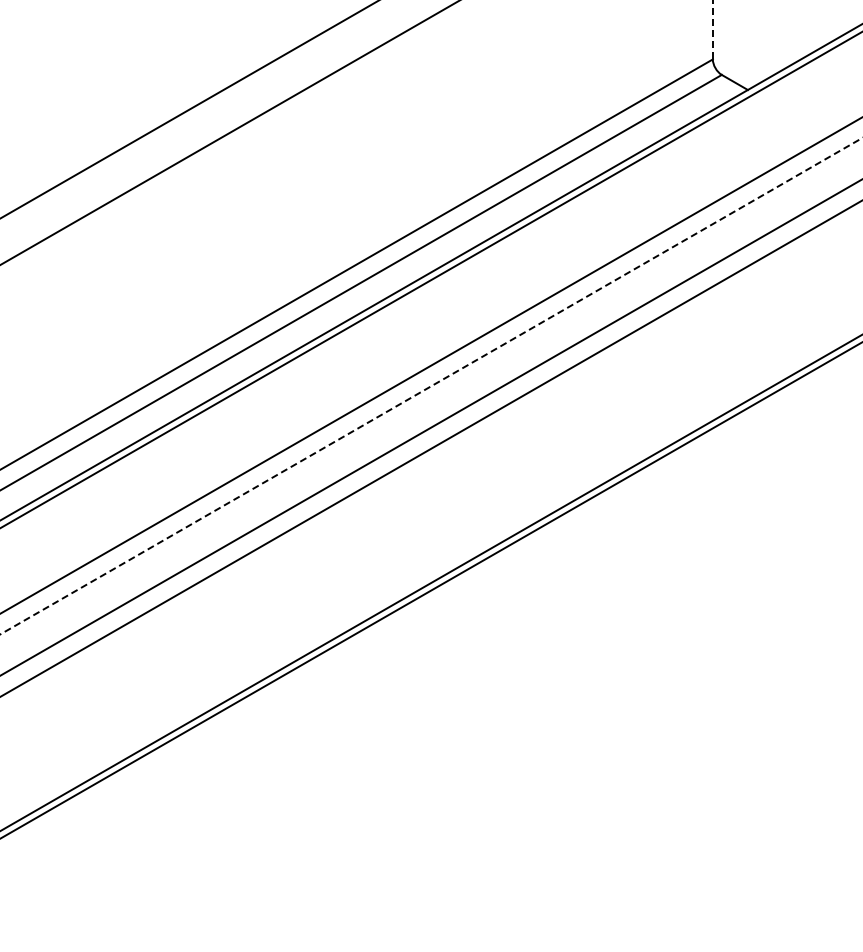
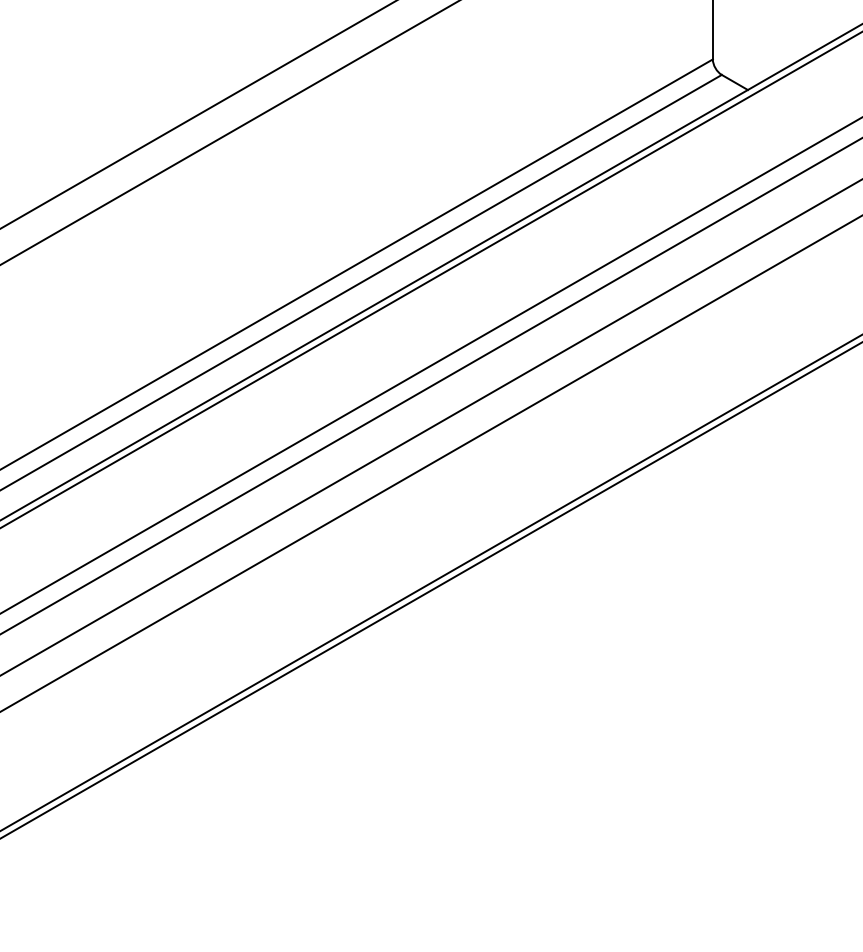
line at (712, 29): dashed -> solid
line at (188, 109) position: (188, 109) -> (197, 114)
line at (431, 386): dashed -> solid
line at (430, 448) position: (430, 448) -> (430, 463)
